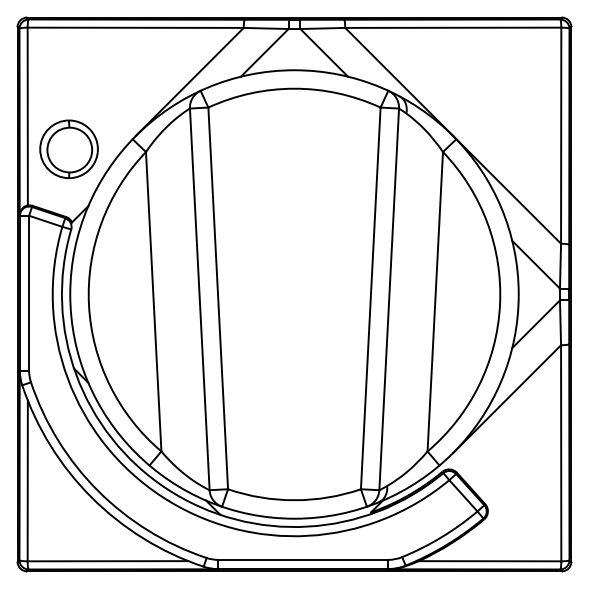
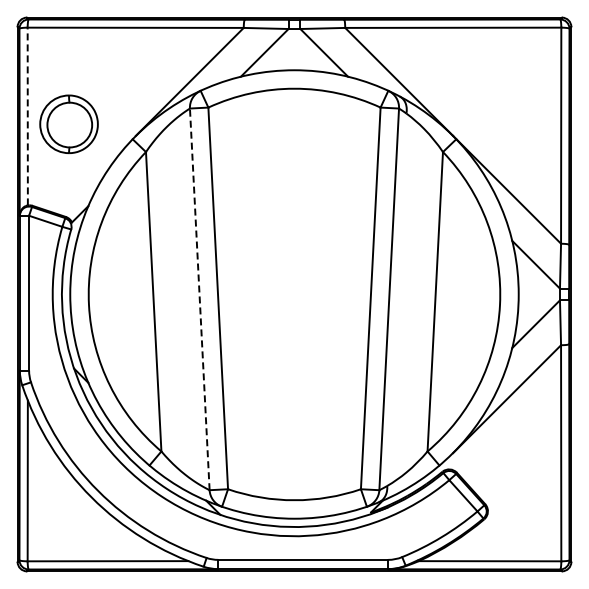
line at (27, 116): solid -> dashed
part at (68, 148) position: (68, 148) -> (68, 123)
line at (199, 298): solid -> dashed
